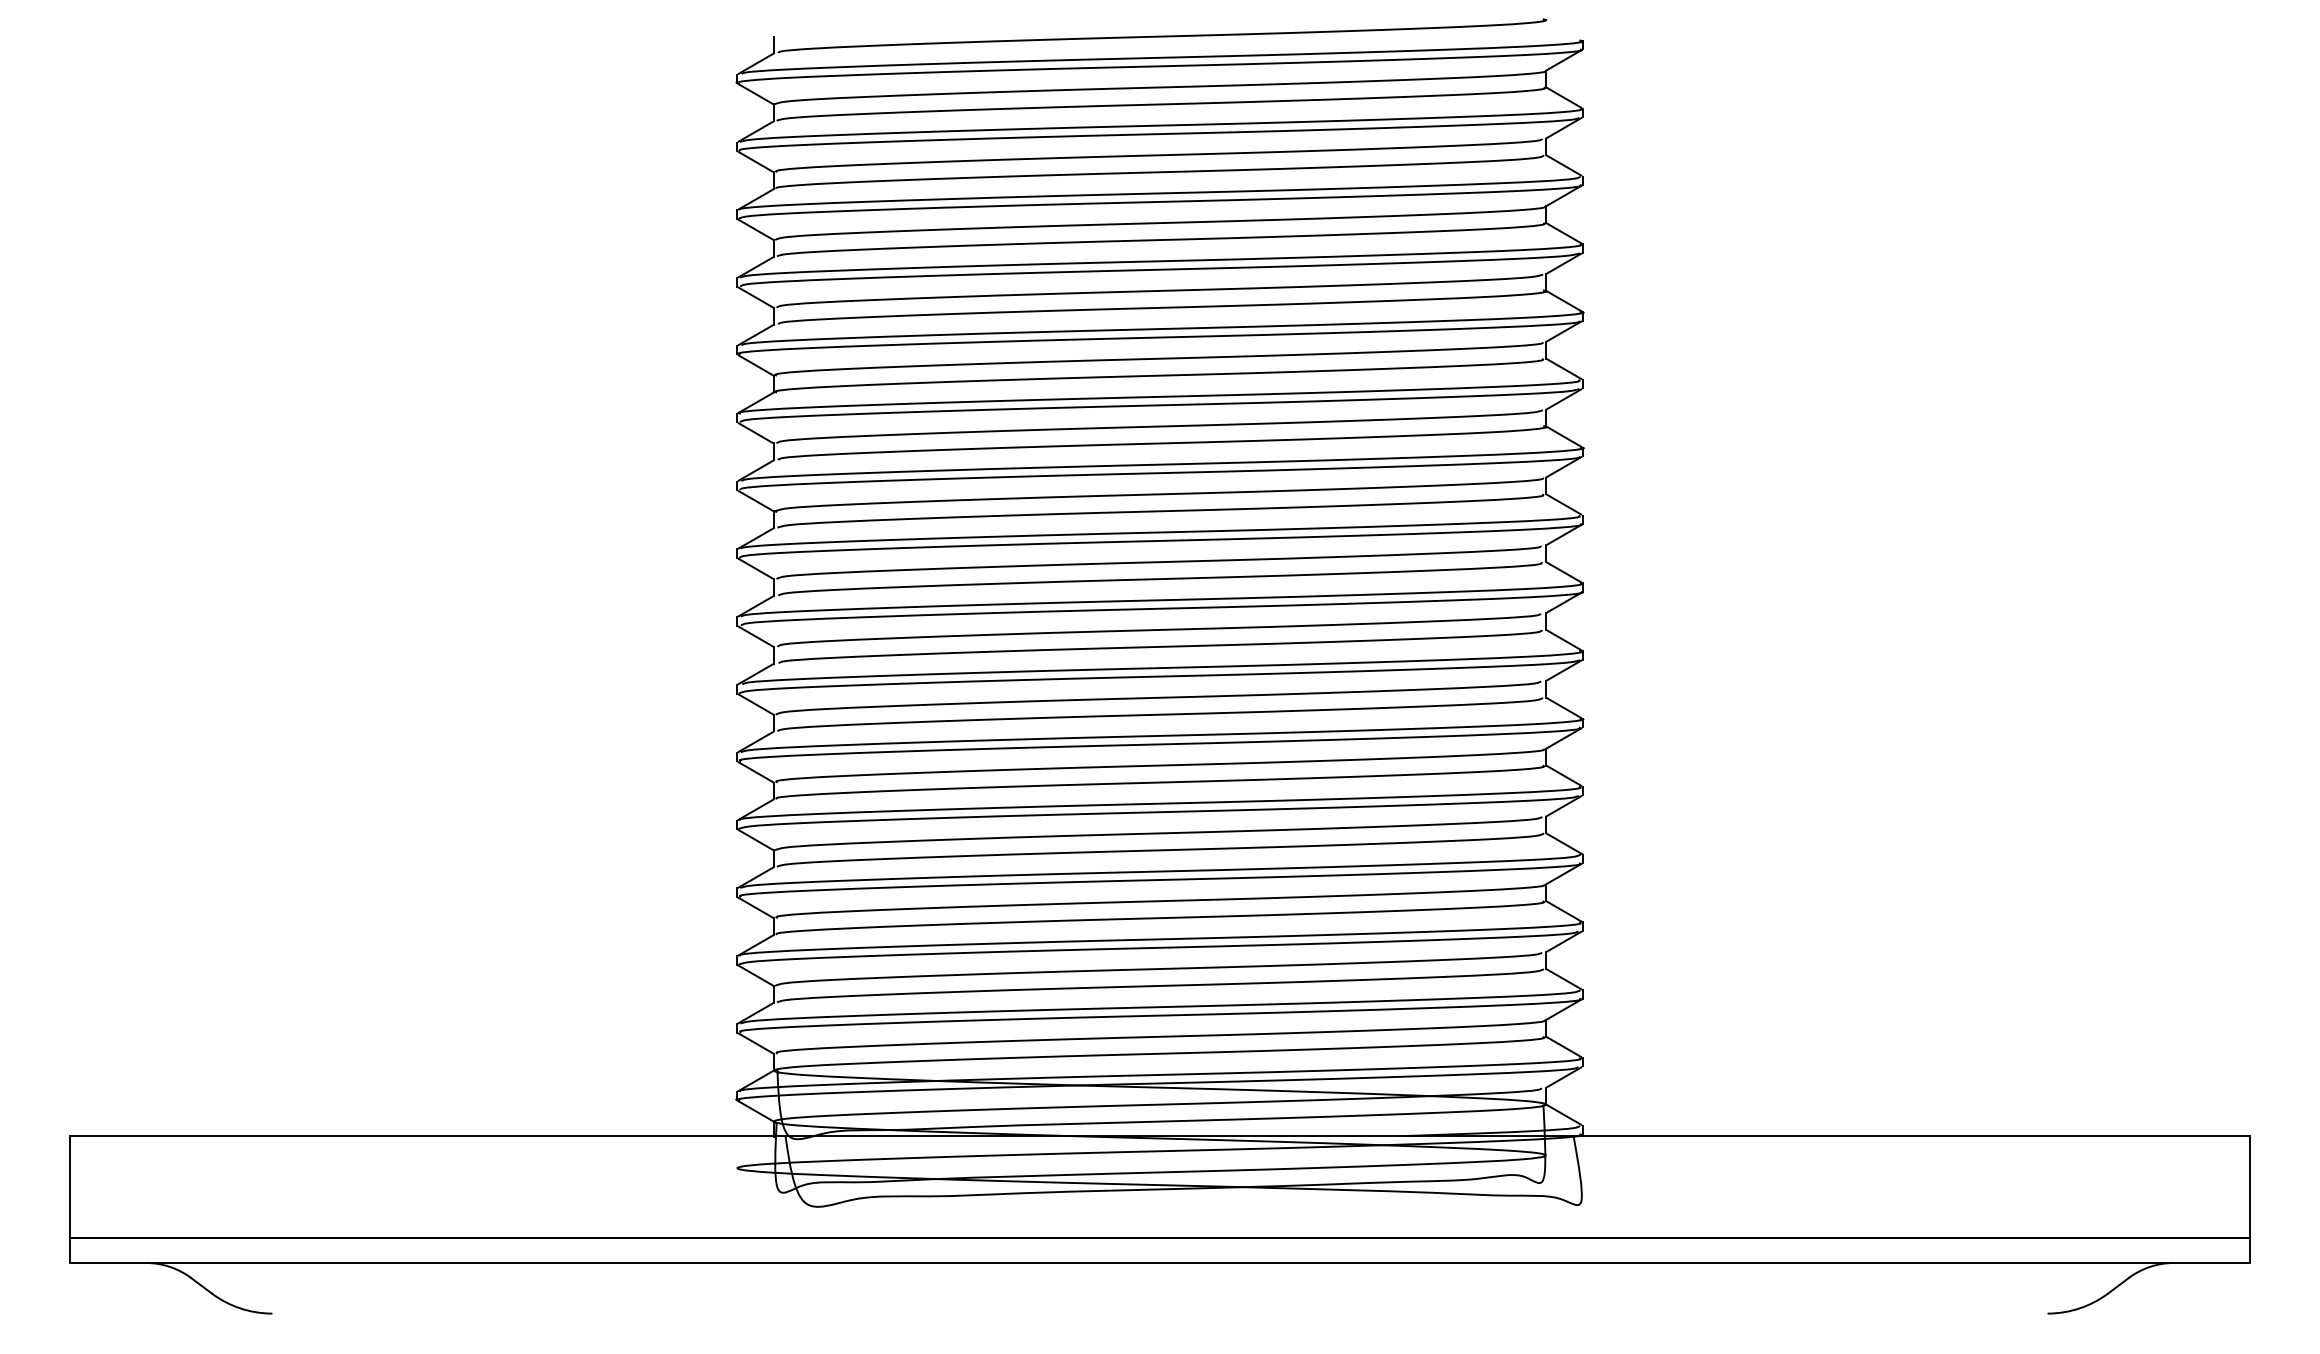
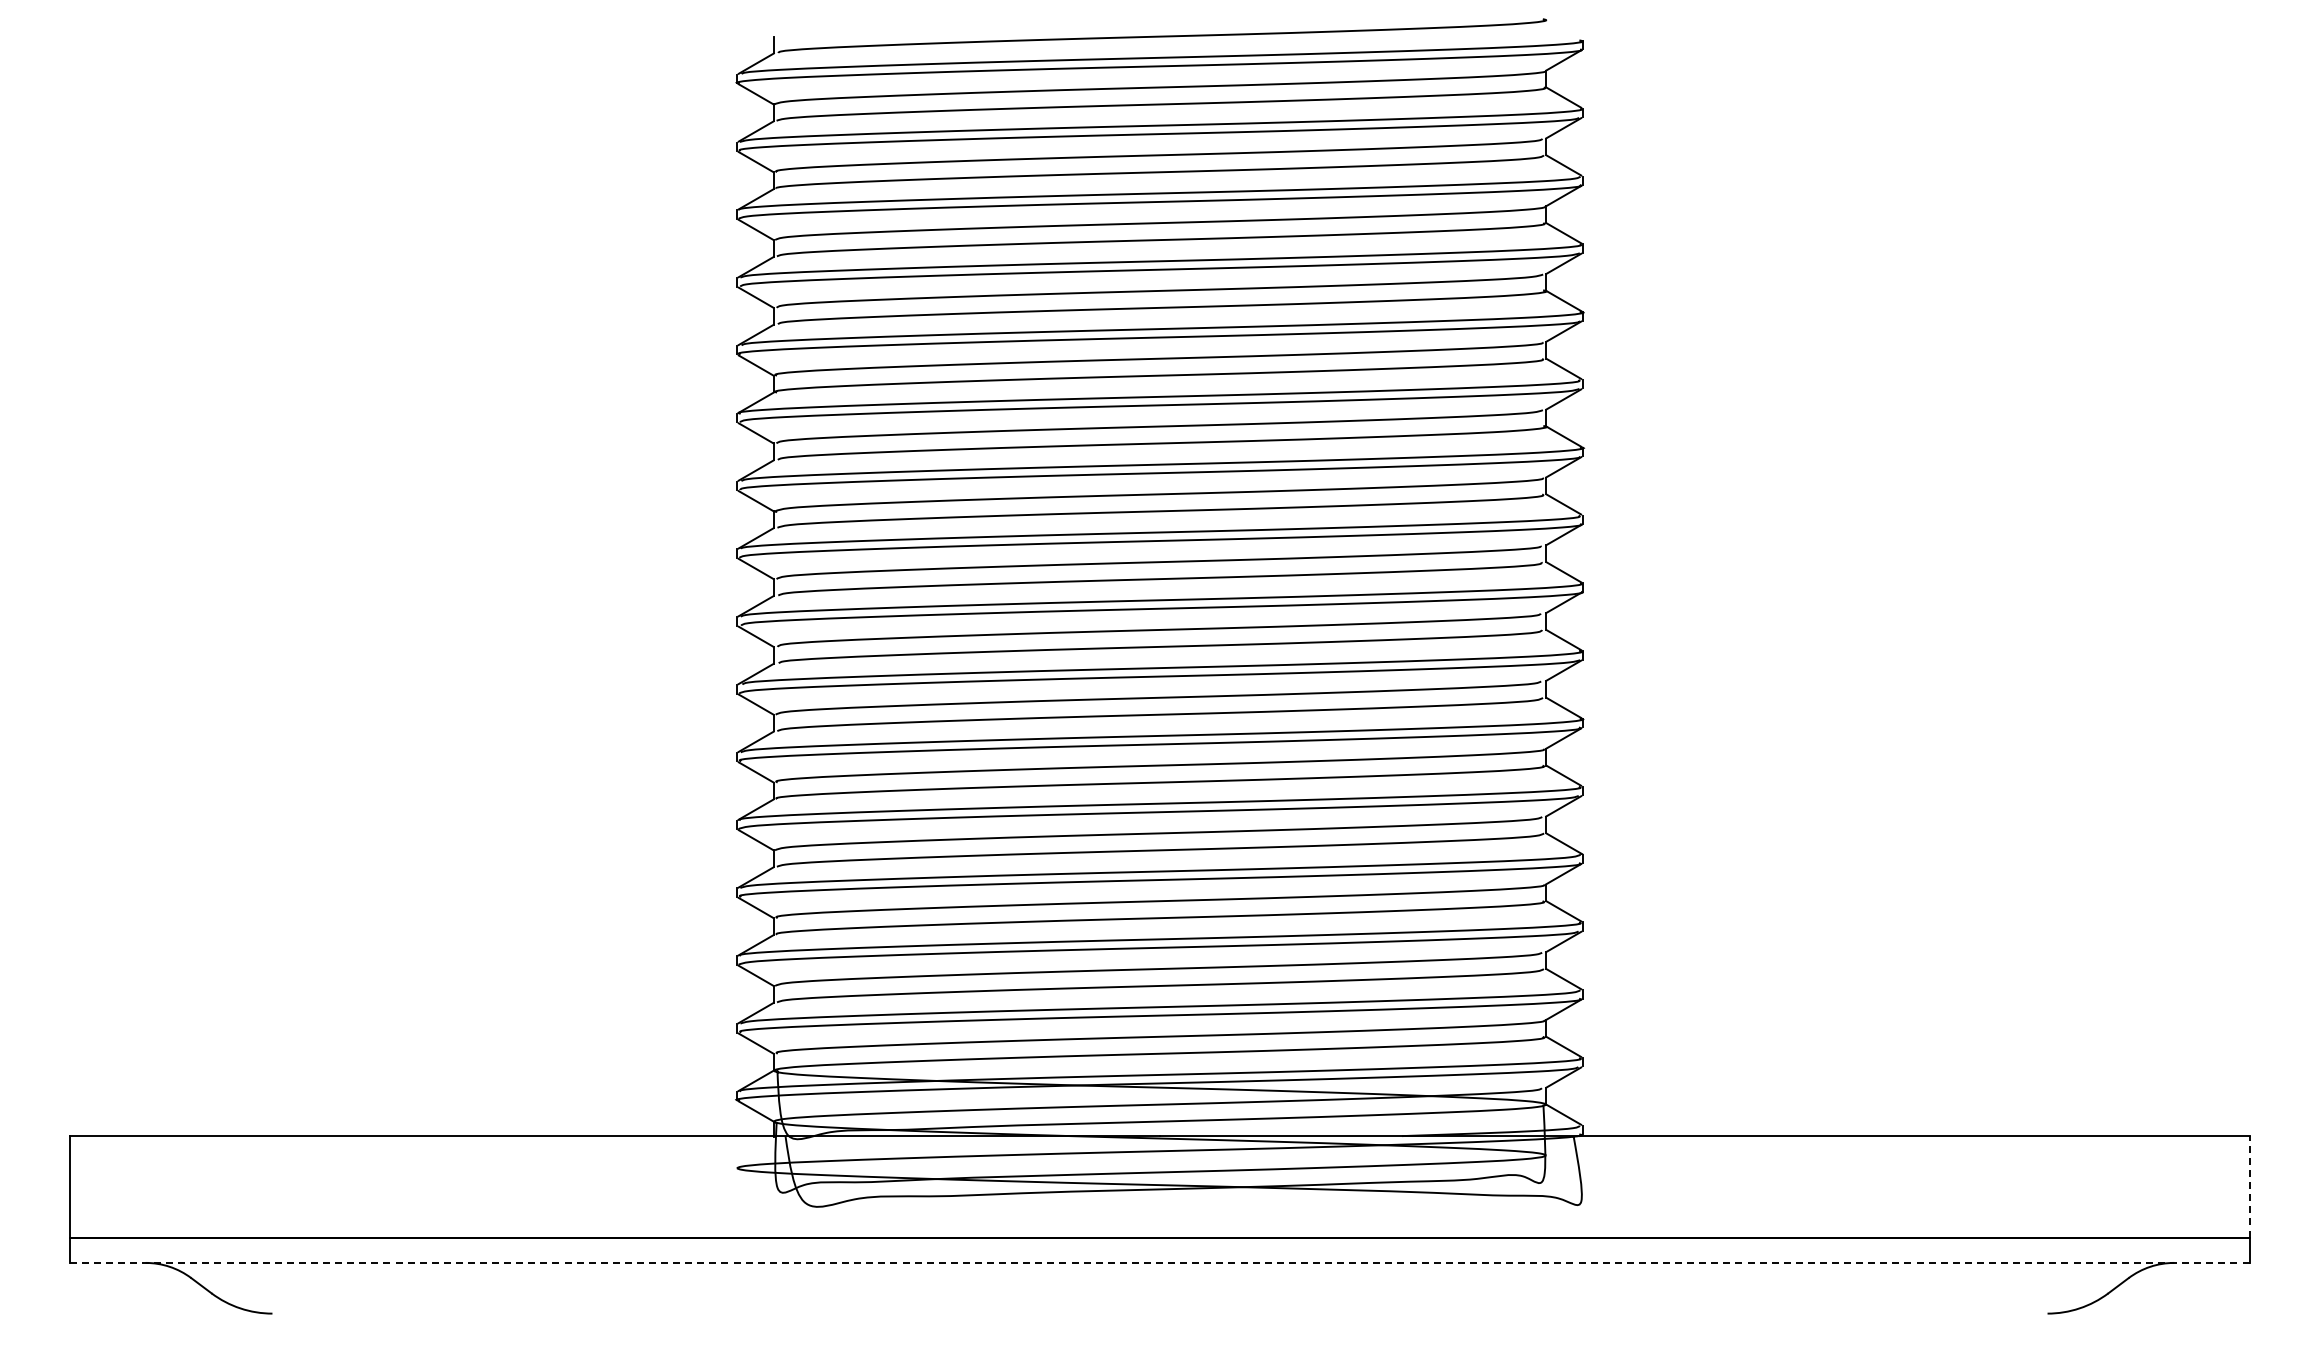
line at (2250, 1186): solid -> dashed
line at (1160, 1262): solid -> dashed
